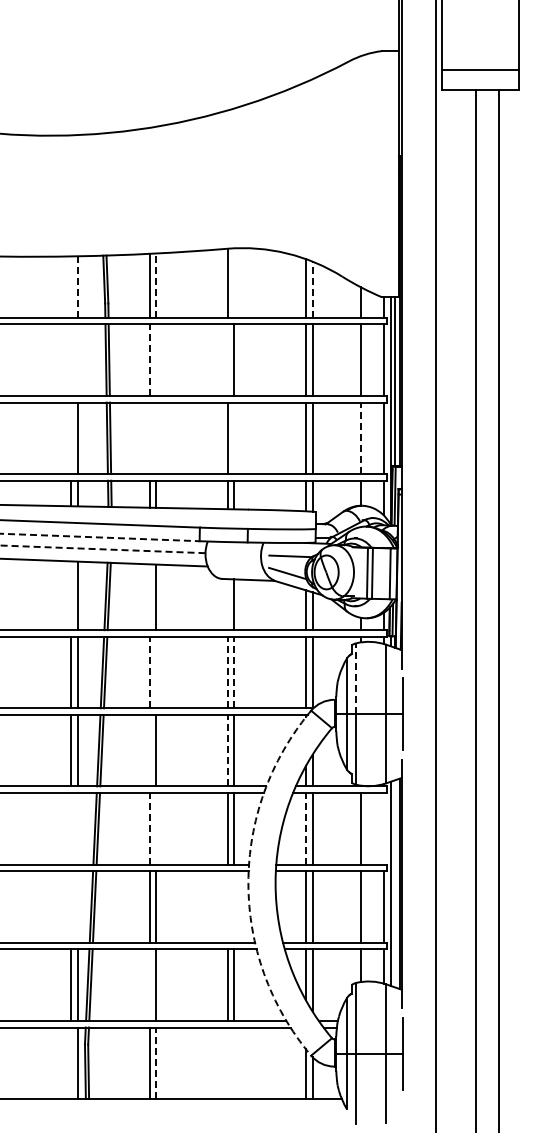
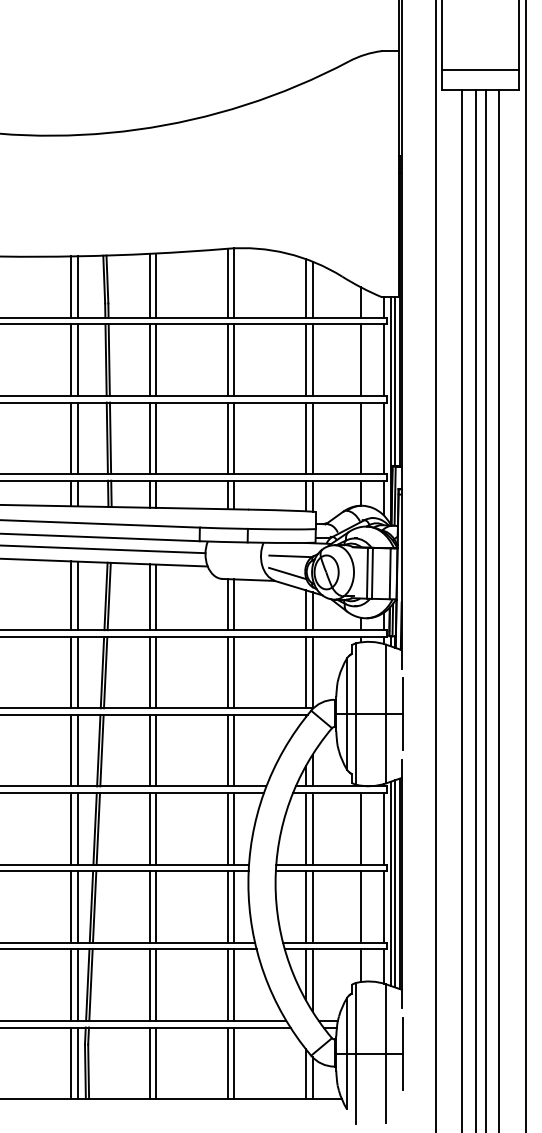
line at (234, 282): none -> present
line at (156, 285): dashed -> solid
line at (71, 286): none -> present
line at (78, 287): dashed -> solid
line at (312, 289): dashed -> solid
line at (71, 359): none -> present
line at (78, 359): none -> present
line at (156, 359): none -> present
line at (227, 359): none -> present
line at (149, 360): dashed -> solid
line at (71, 437): none -> present
line at (149, 437): none -> present
line at (156, 437): none -> present
line at (234, 437): none -> present
line at (360, 438): dashed -> solid
line at (100, 537): dashed -> solid
line at (102, 549): dashed -> solid
line at (525, 565): none -> present
line at (71, 595): none -> present
line at (149, 597): none -> present
line at (227, 604): none -> present
line at (461, 609): none -> present
line at (485, 609): none -> present
line at (149, 672): dashed -> solid
line at (156, 672): none -> present
line at (227, 672): dashed -> solid
line at (234, 672): dashed -> solid
line at (356, 678): dashed -> solid
line at (149, 750): none -> present
line at (227, 750): dashed -> solid
line at (71, 828): none -> present
line at (78, 828): none -> present
line at (149, 828): dashed -> solid
line at (156, 828): none -> present
line at (305, 828): dashed -> solid
line at (383, 828): none -> present
arc at (248, 883): dashed -> solid
line at (394, 883): none -> present
line at (71, 906): none -> present
line at (78, 906): none -> present
line at (227, 906): none -> present
line at (234, 906): none -> present
line at (149, 984): none -> present
line at (71, 1062): none -> present
line at (227, 1062): none -> present
line at (234, 1062): none -> present
line at (156, 1063): dashed -> solid
